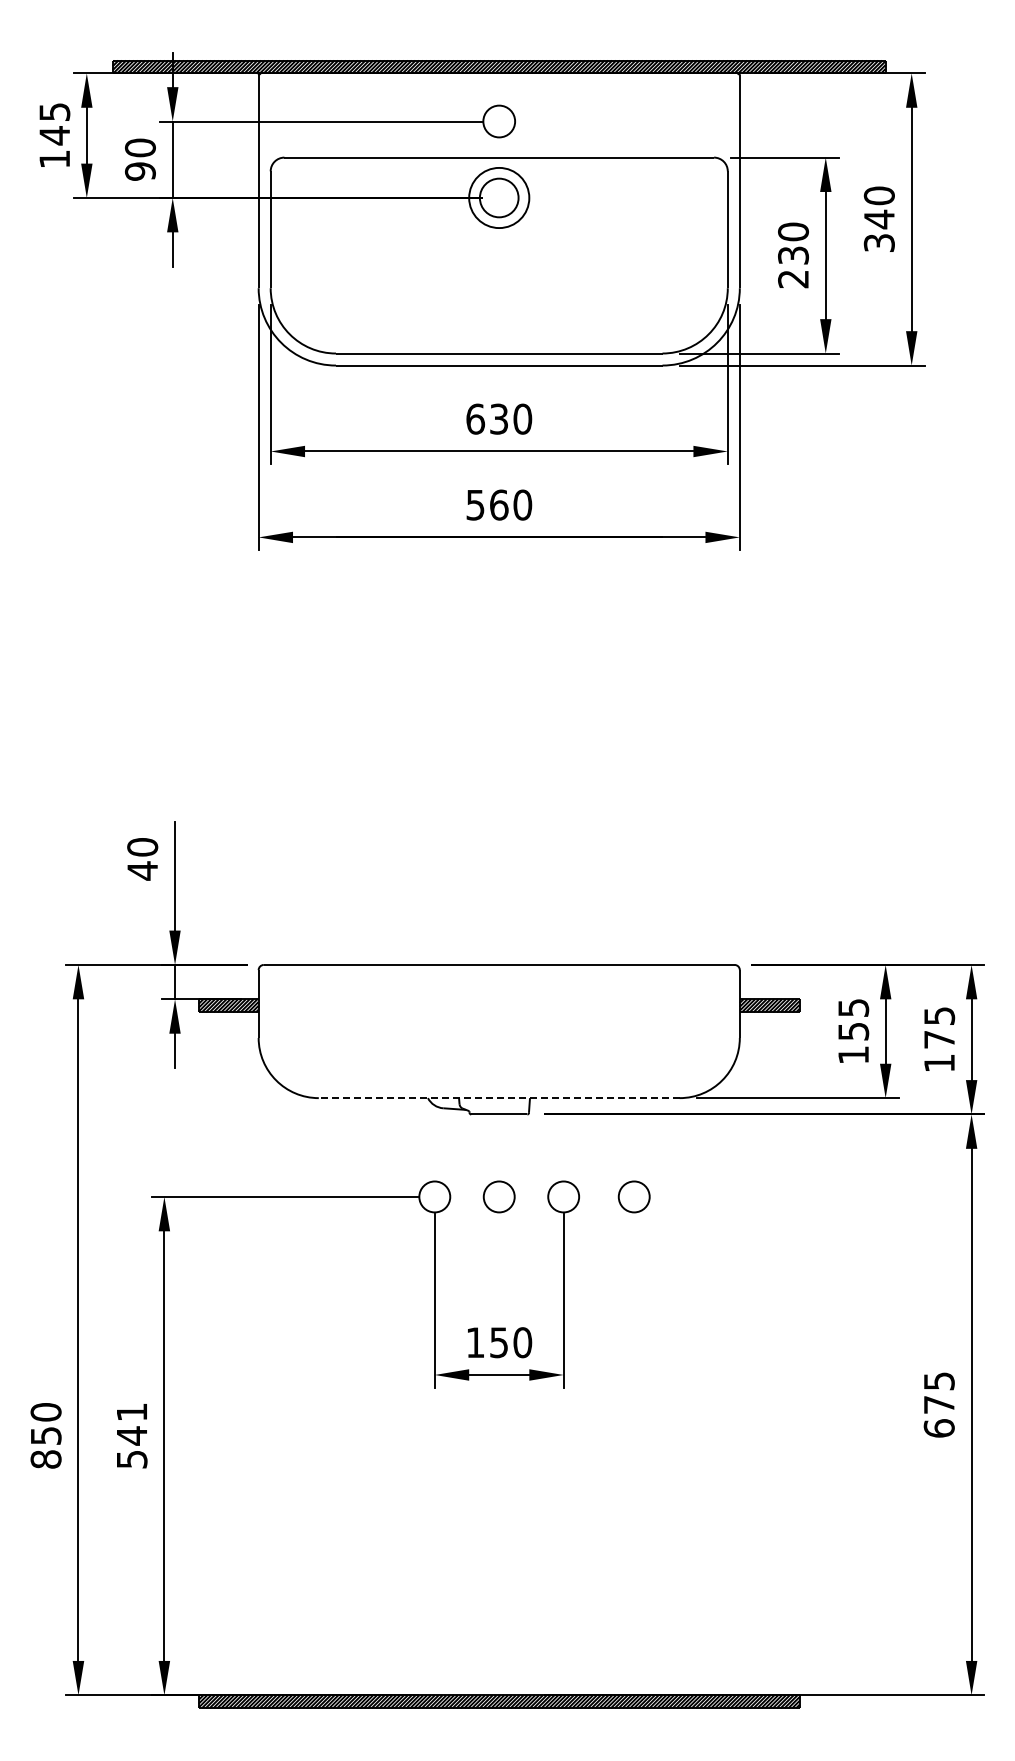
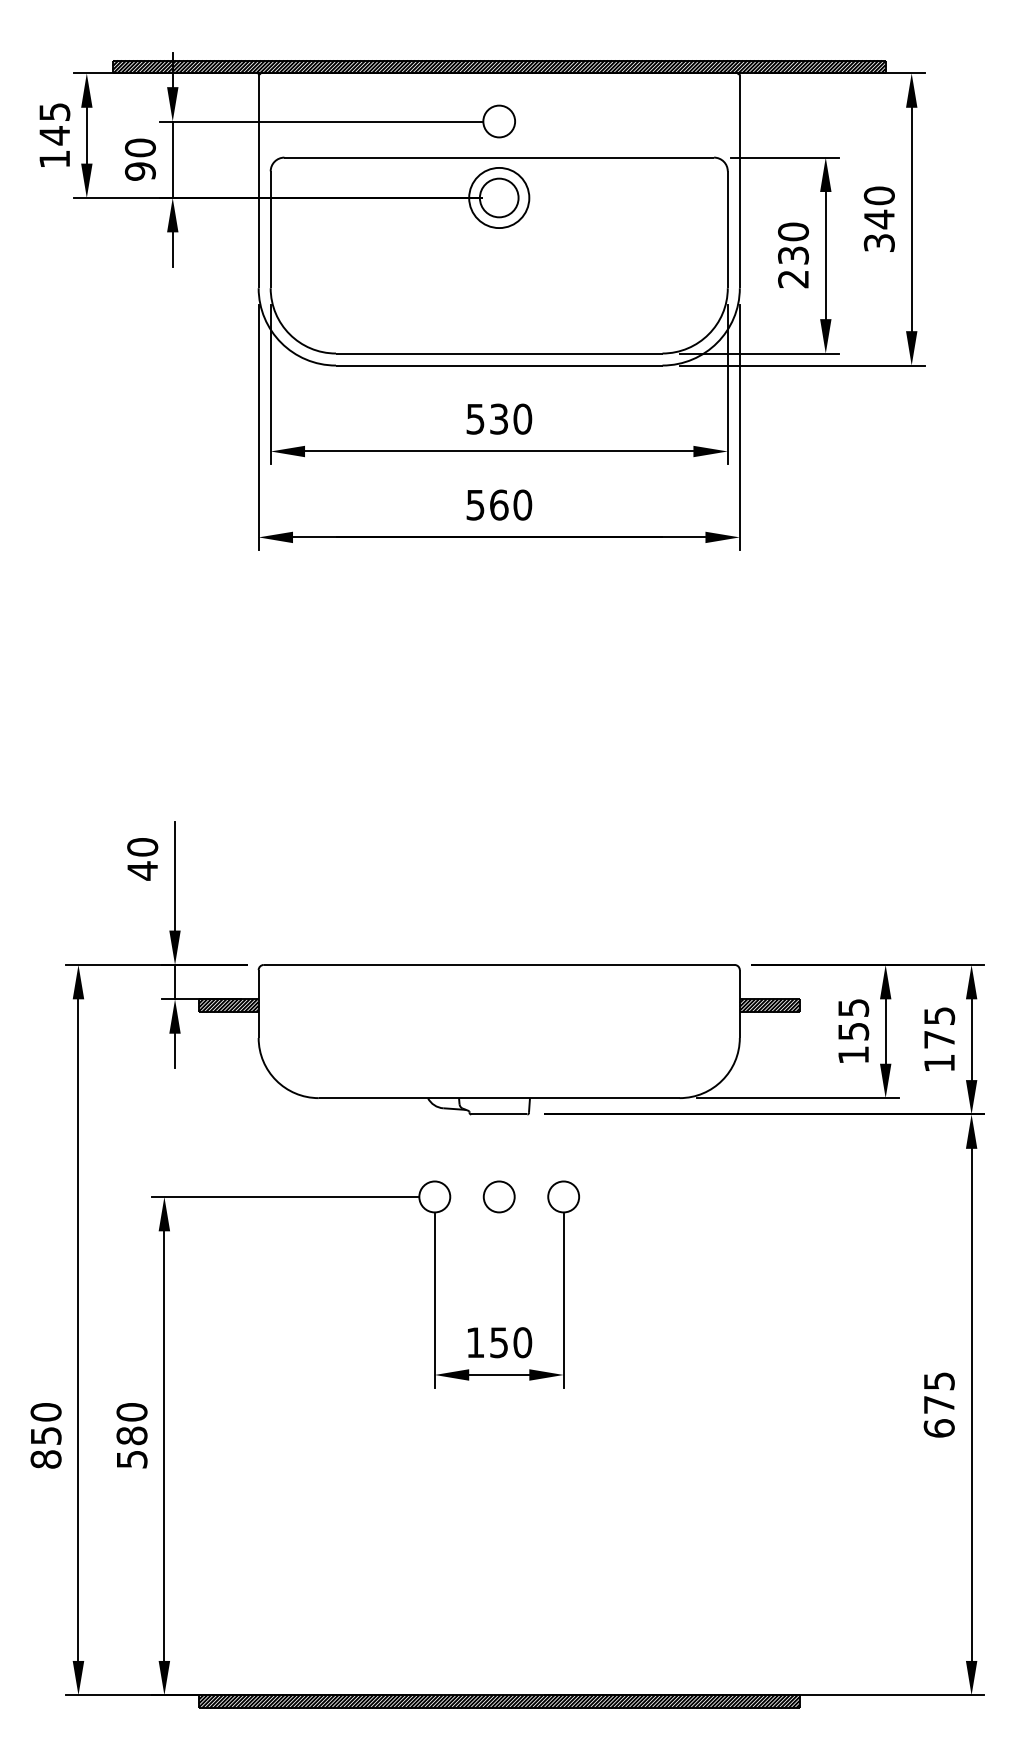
text at (475, 418): 630 -> 530
line at (498, 1098): dashed -> solid
circle at (633, 1196): present -> none
text at (131, 1424): 541 -> 580
